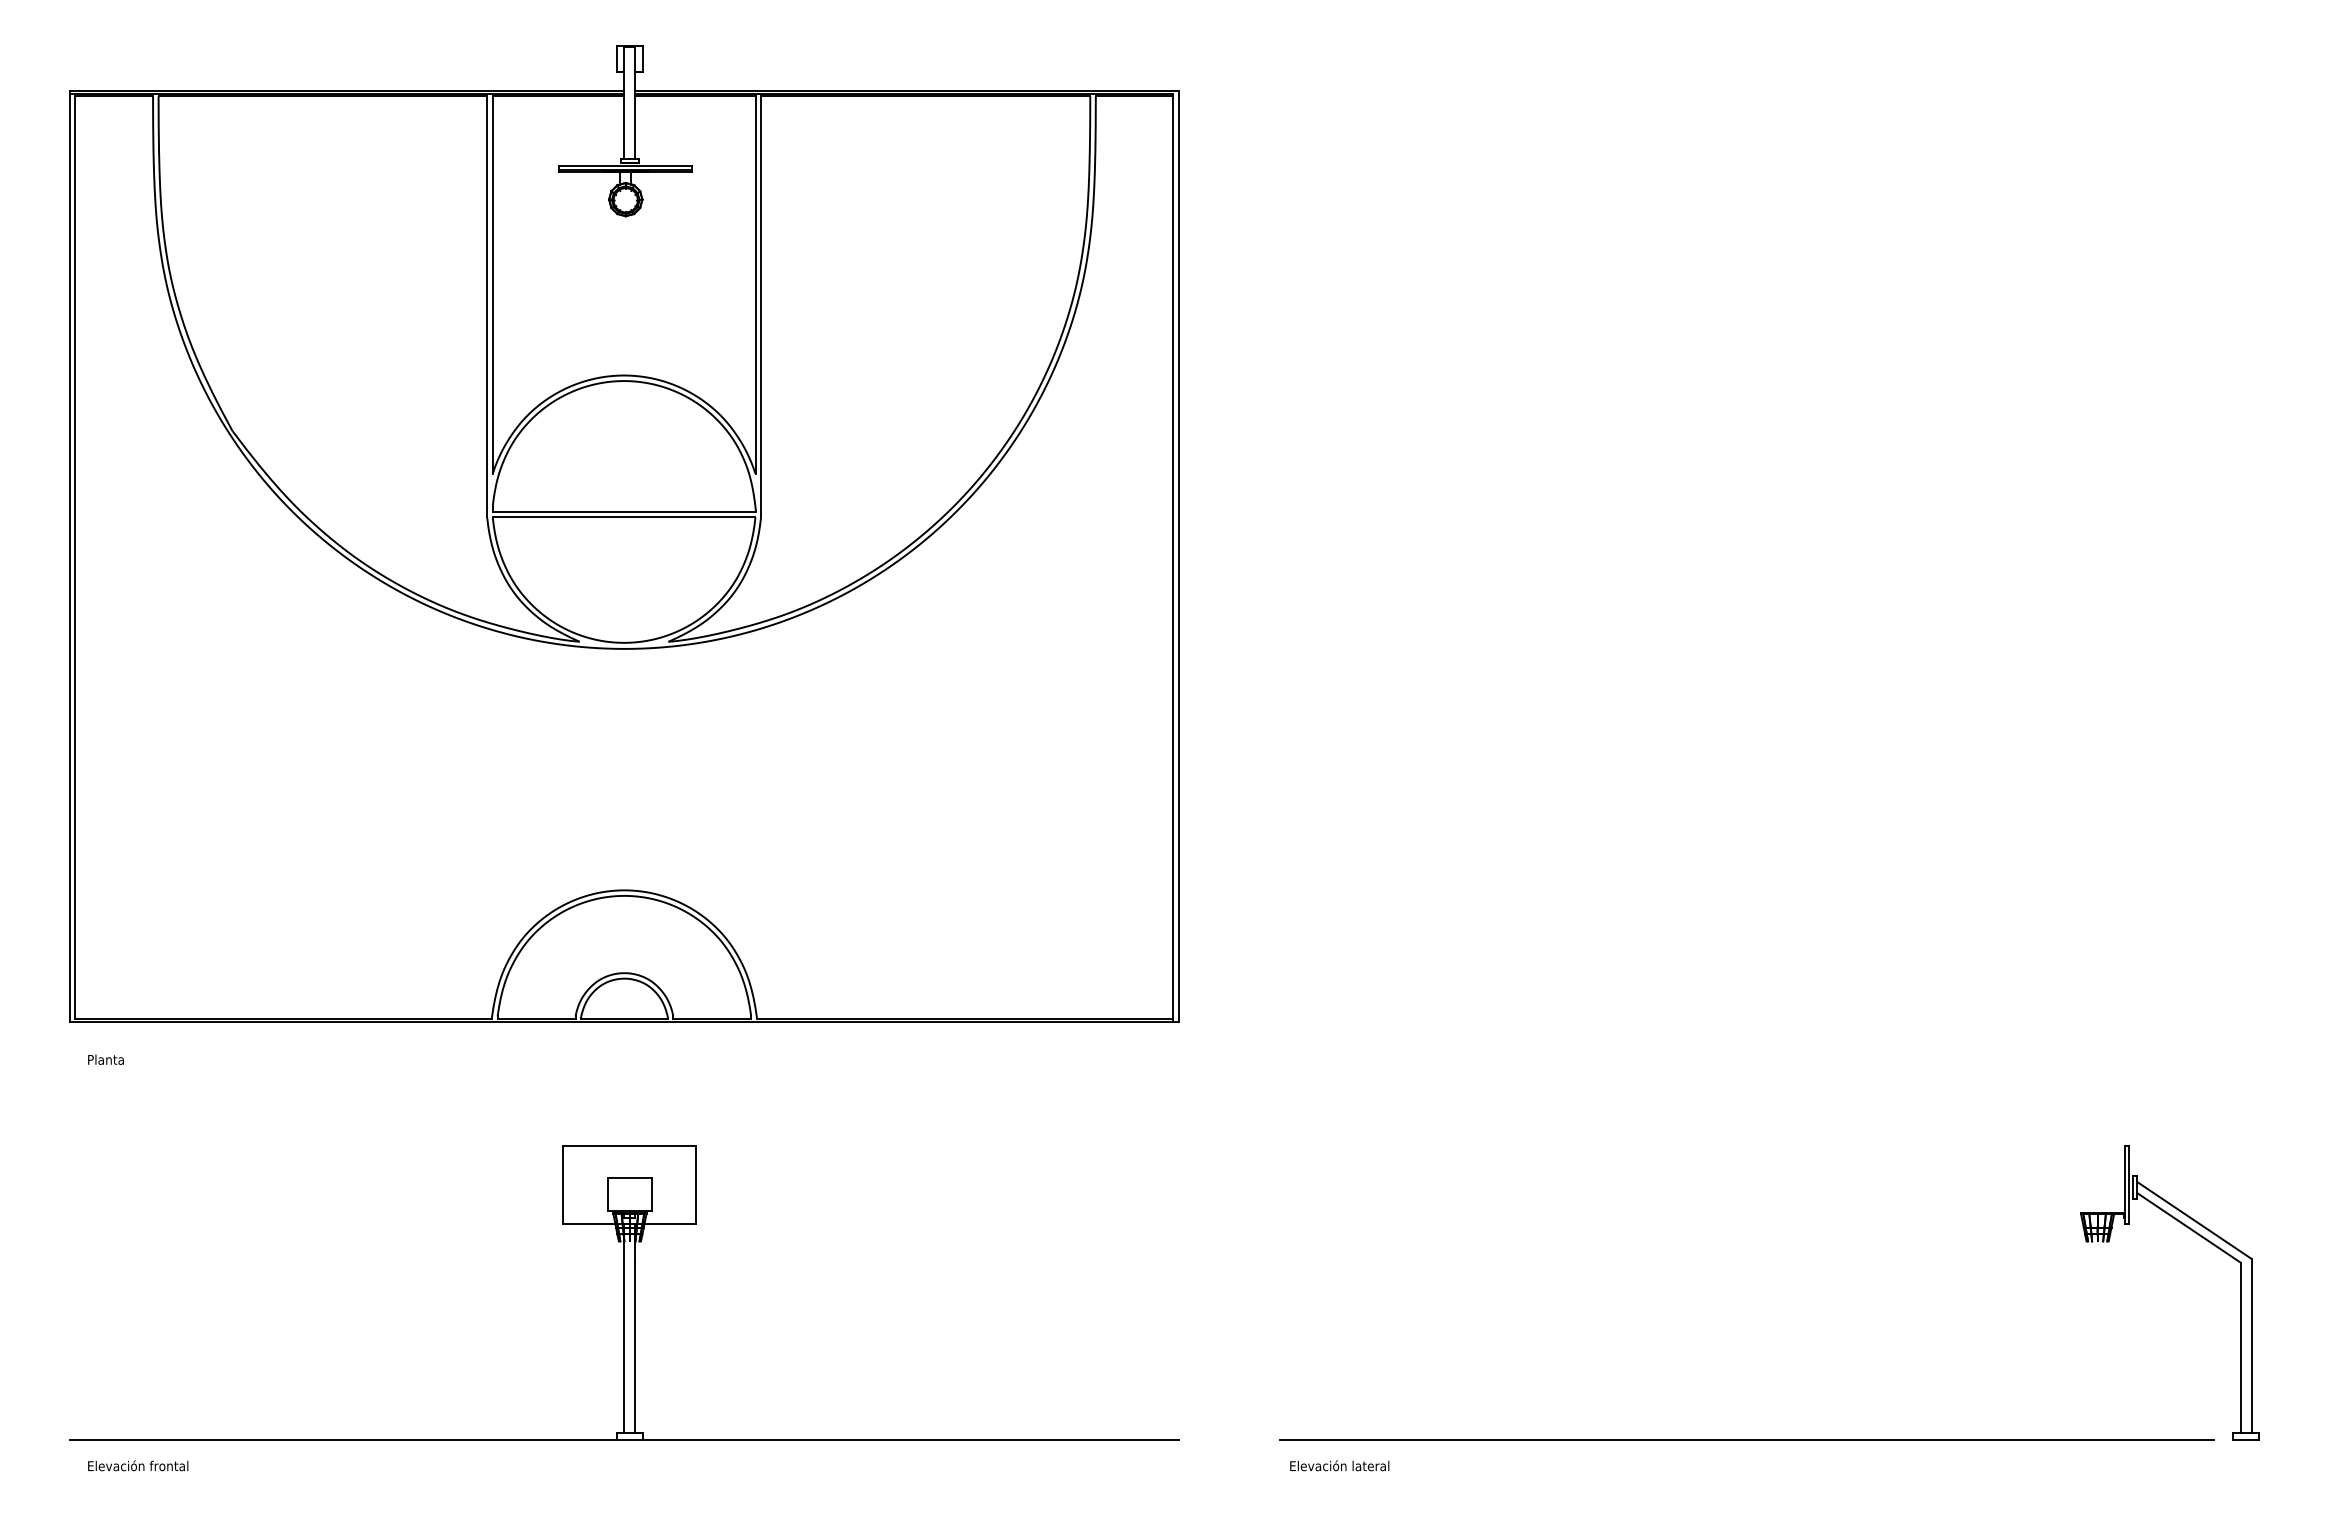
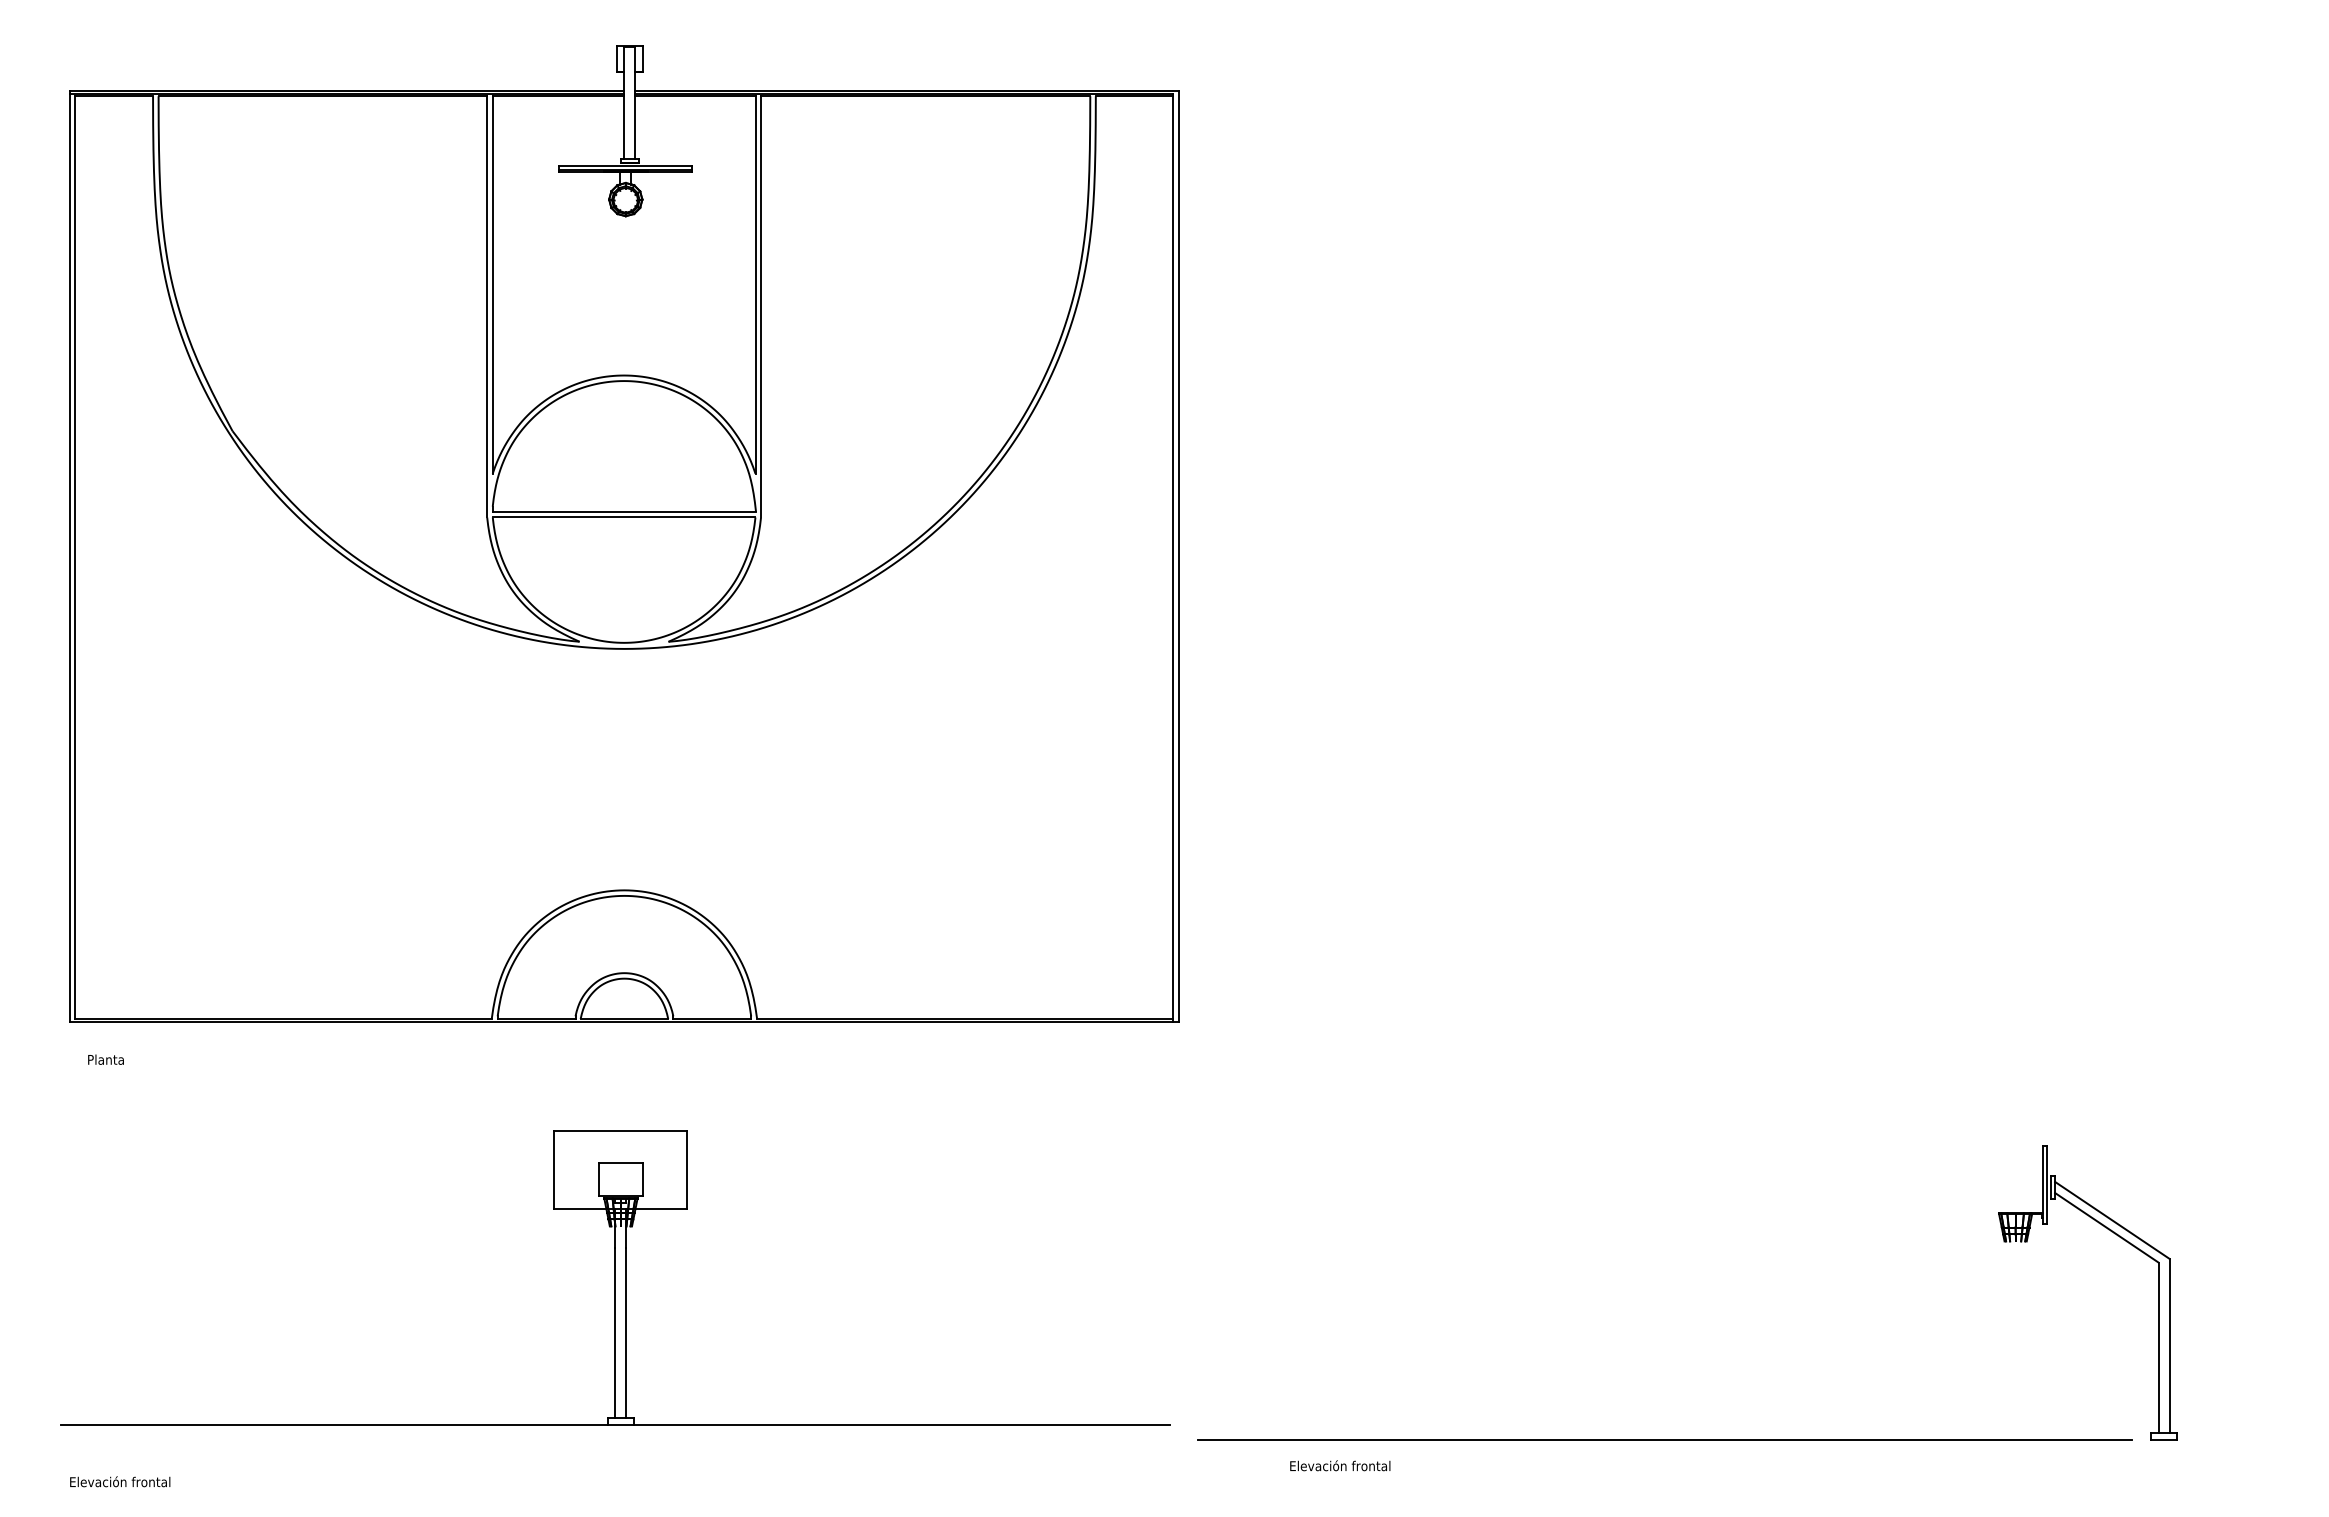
part at (624, 1292) position: (624, 1292) -> (615, 1277)
part at (1769, 1439) position: (1769, 1439) -> (1687, 1439)
text at (138, 1465) position: (138, 1465) -> (120, 1481)
text at (1370, 1465): Elevación lateral -> Elevación frontal
